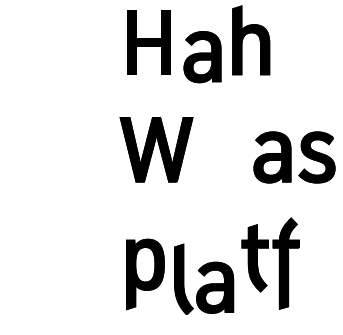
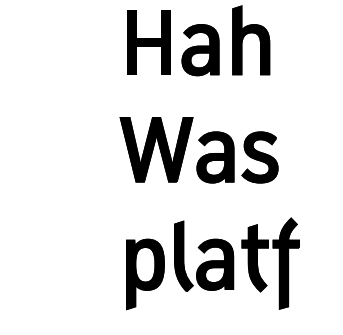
part at (202, 57) position: (202, 57) -> (200, 50)
part at (294, 157) position: (294, 157) -> (237, 157)
part at (204, 278) position: (204, 278) -> (204, 255)
